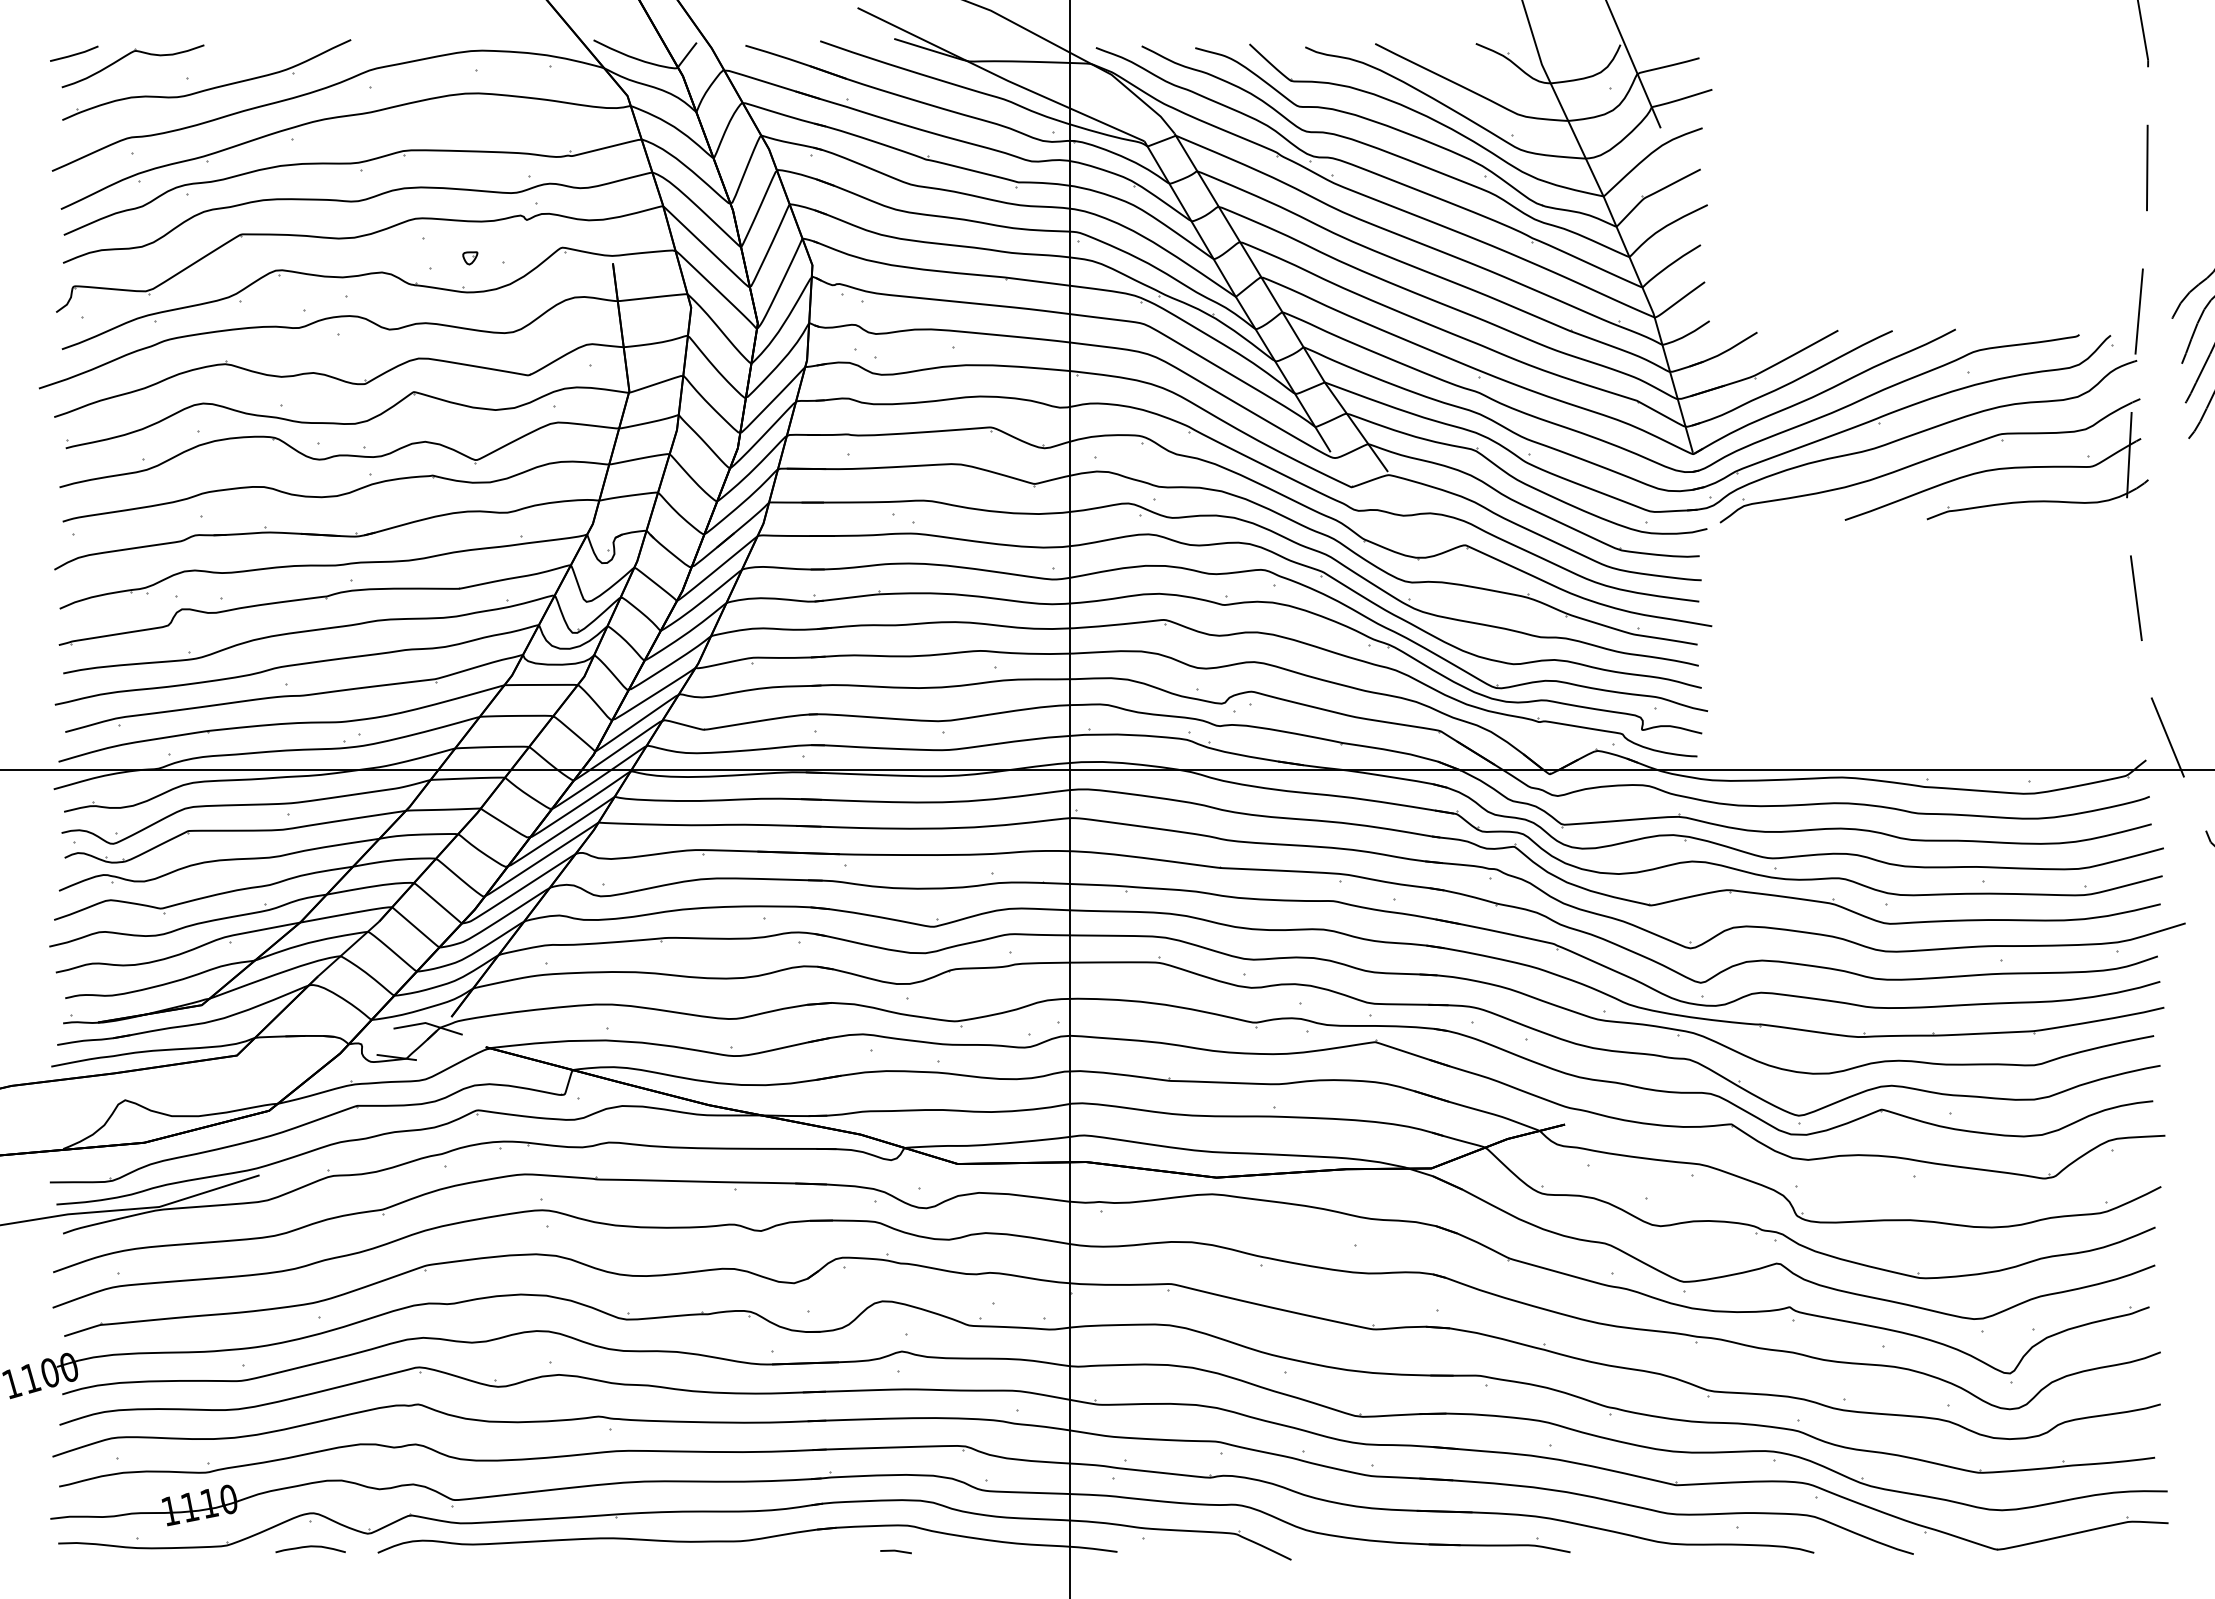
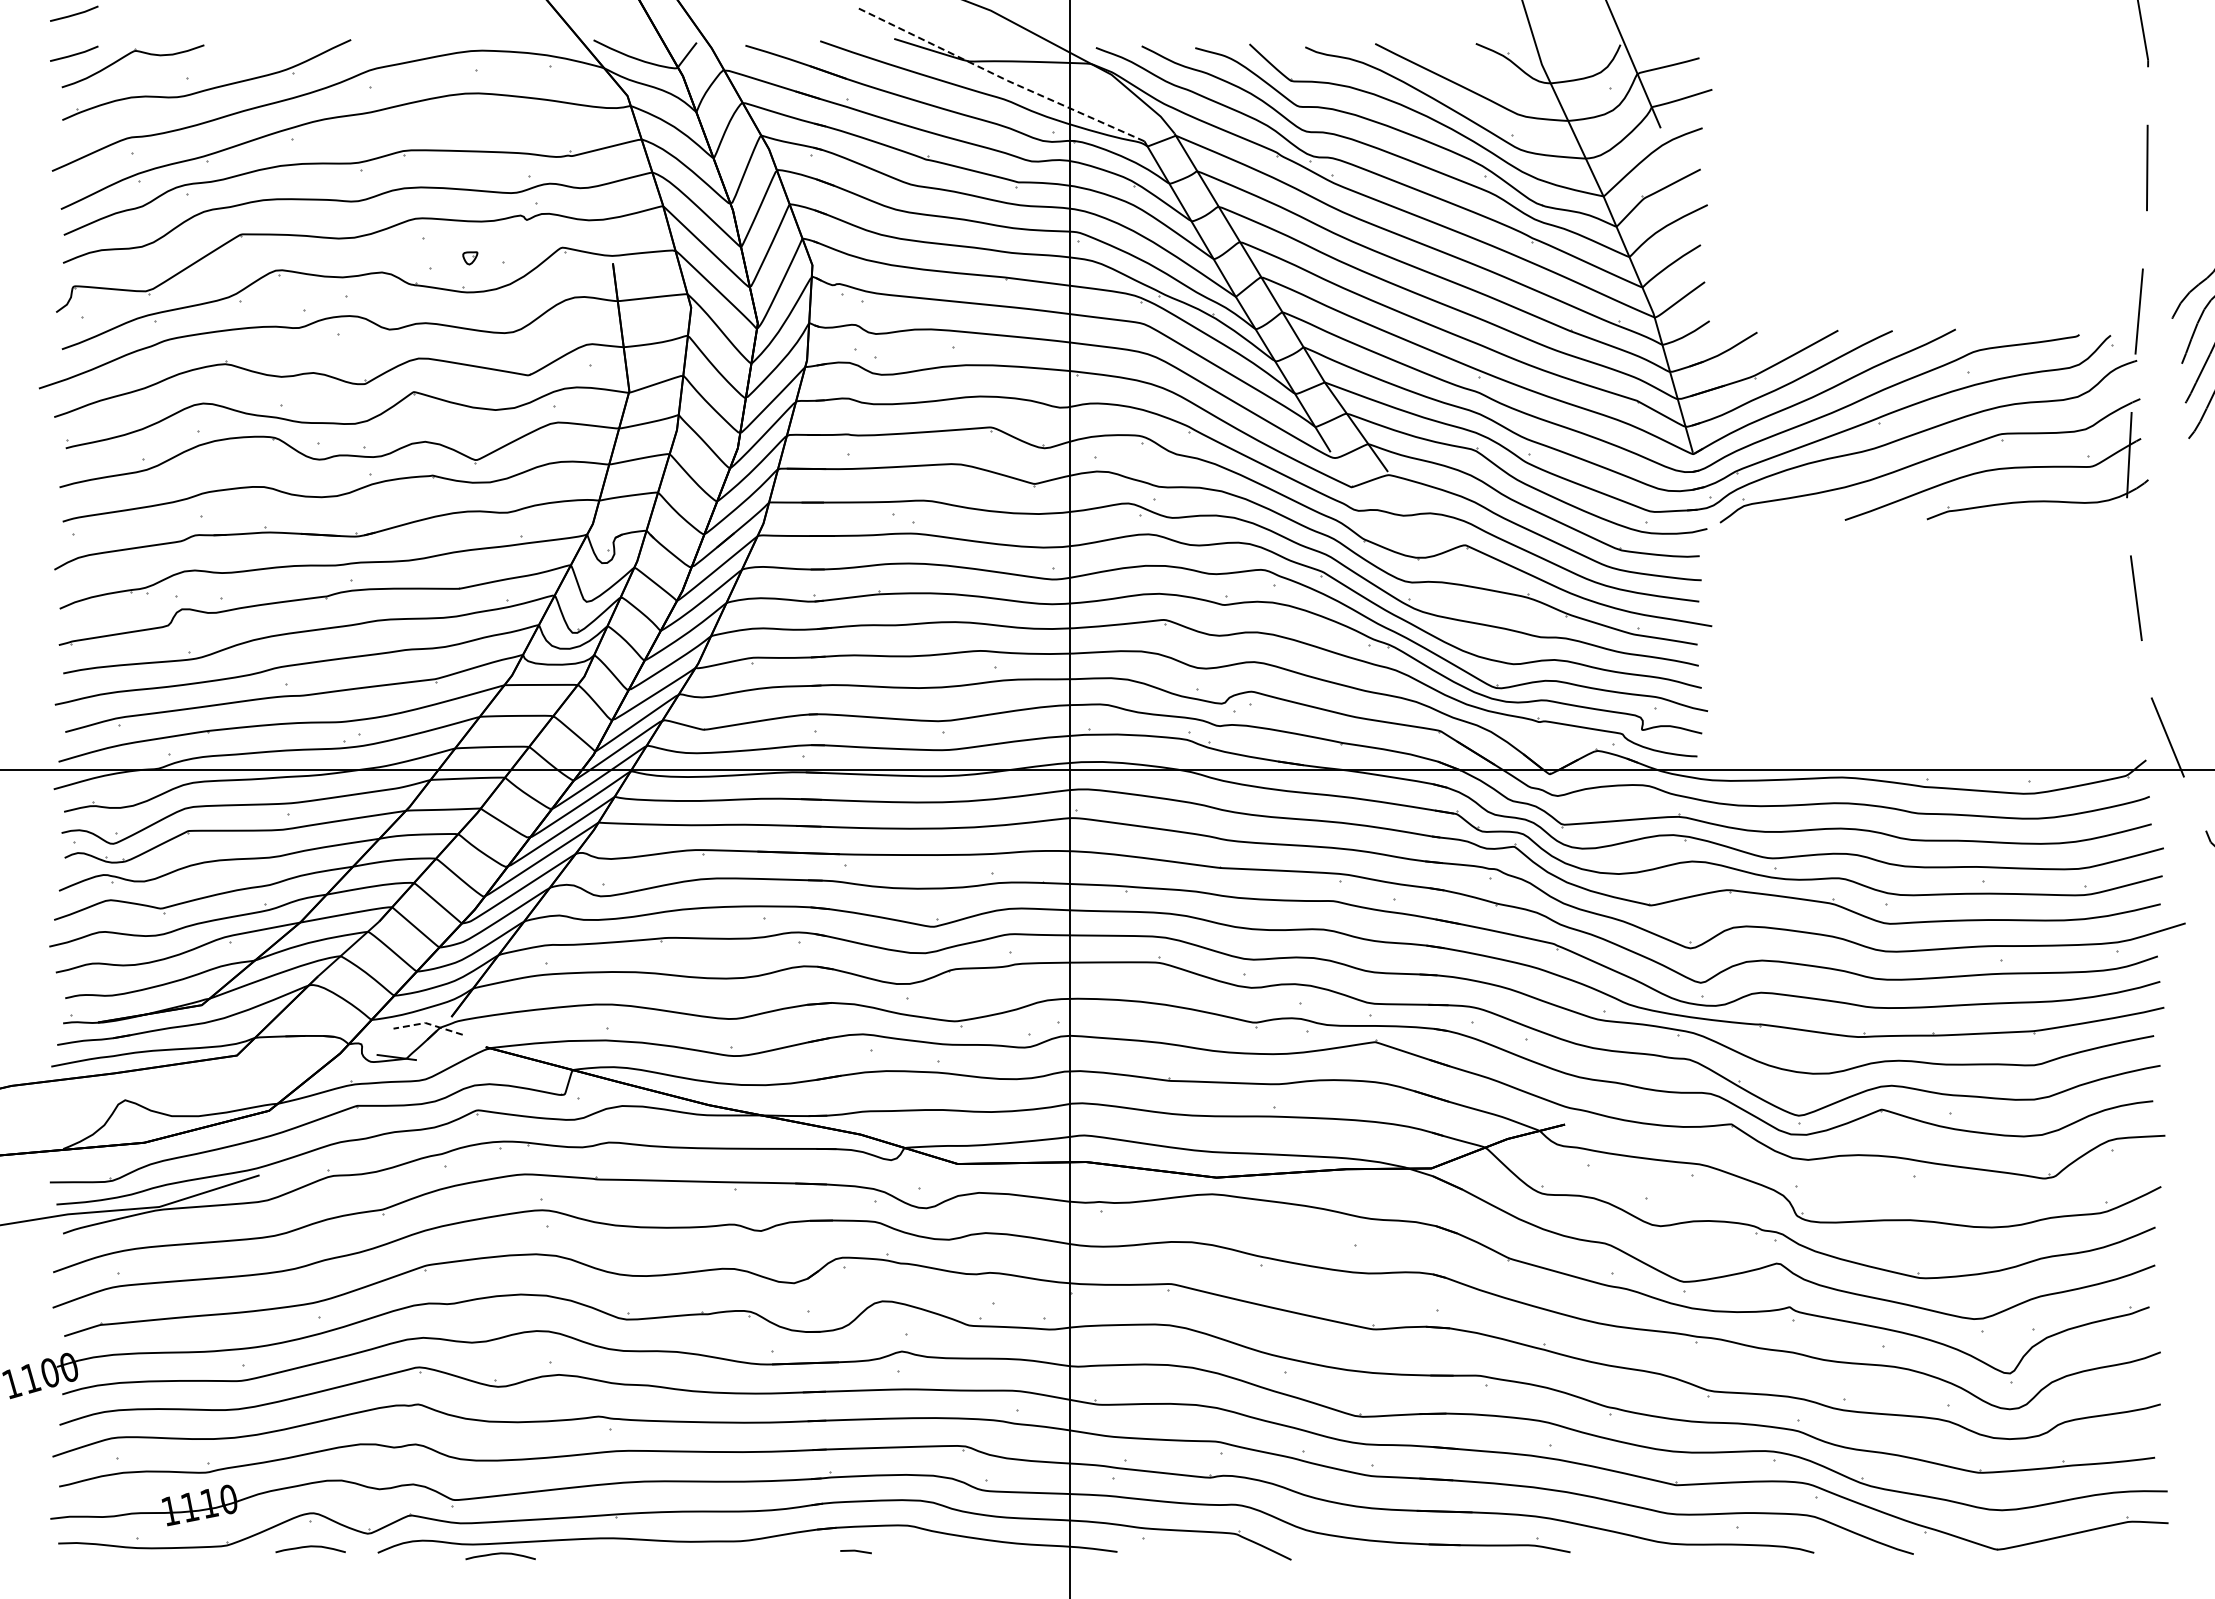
line at (74, 13): none -> present
line at (999, 77): solid -> dashed
line at (428, 1023): solid -> dashed
line at (895, 1551) position: (895, 1551) -> (855, 1551)
curve at (500, 1554): none -> present
